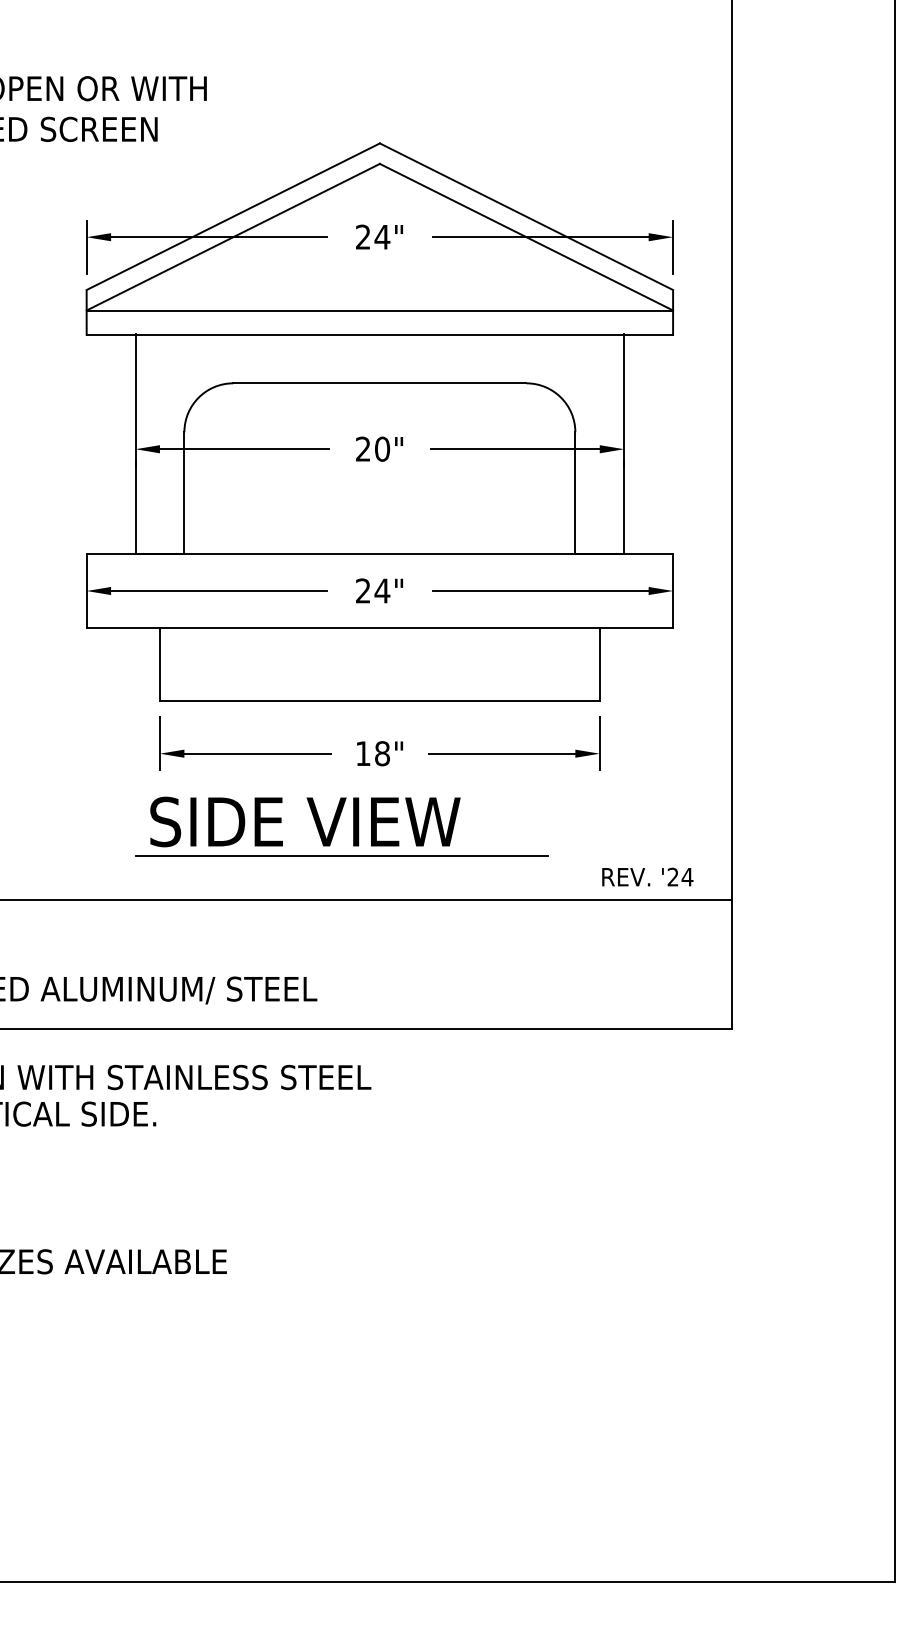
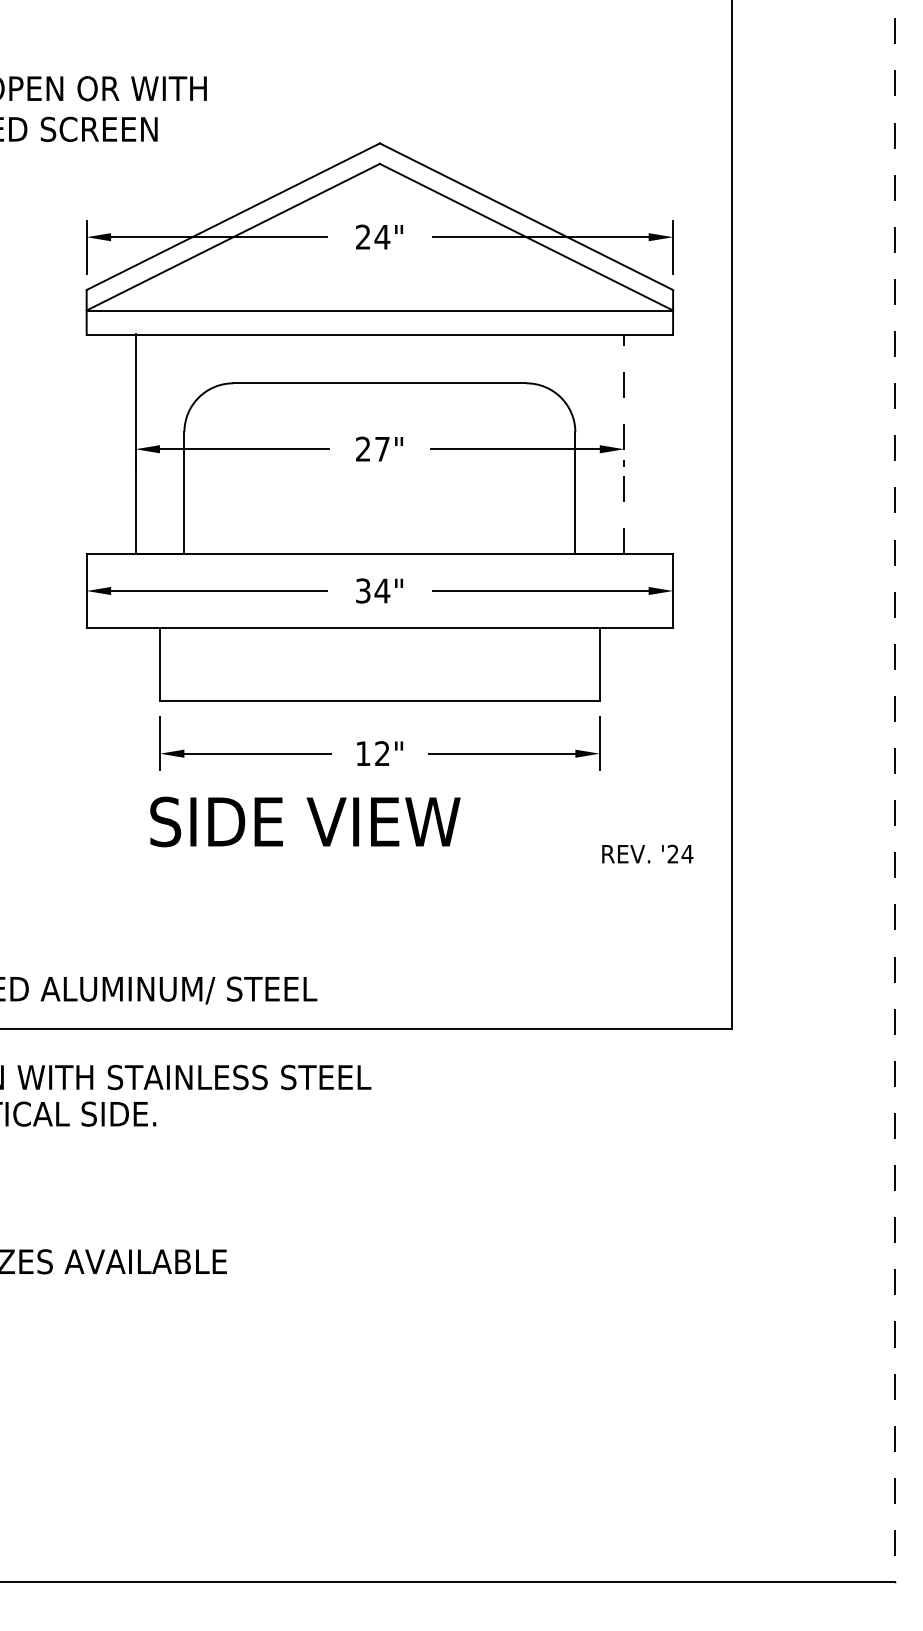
line at (624, 444): solid -> dashed
text at (382, 448): 20" -> 27"
text at (363, 590): 24" -> 34"
text at (382, 753): 18" -> 12"
line at (895, 791): solid -> dashed
line at (341, 856): present -> none
text at (647, 876) position: (647, 876) -> (647, 853)
line at (367, 900): present -> none
